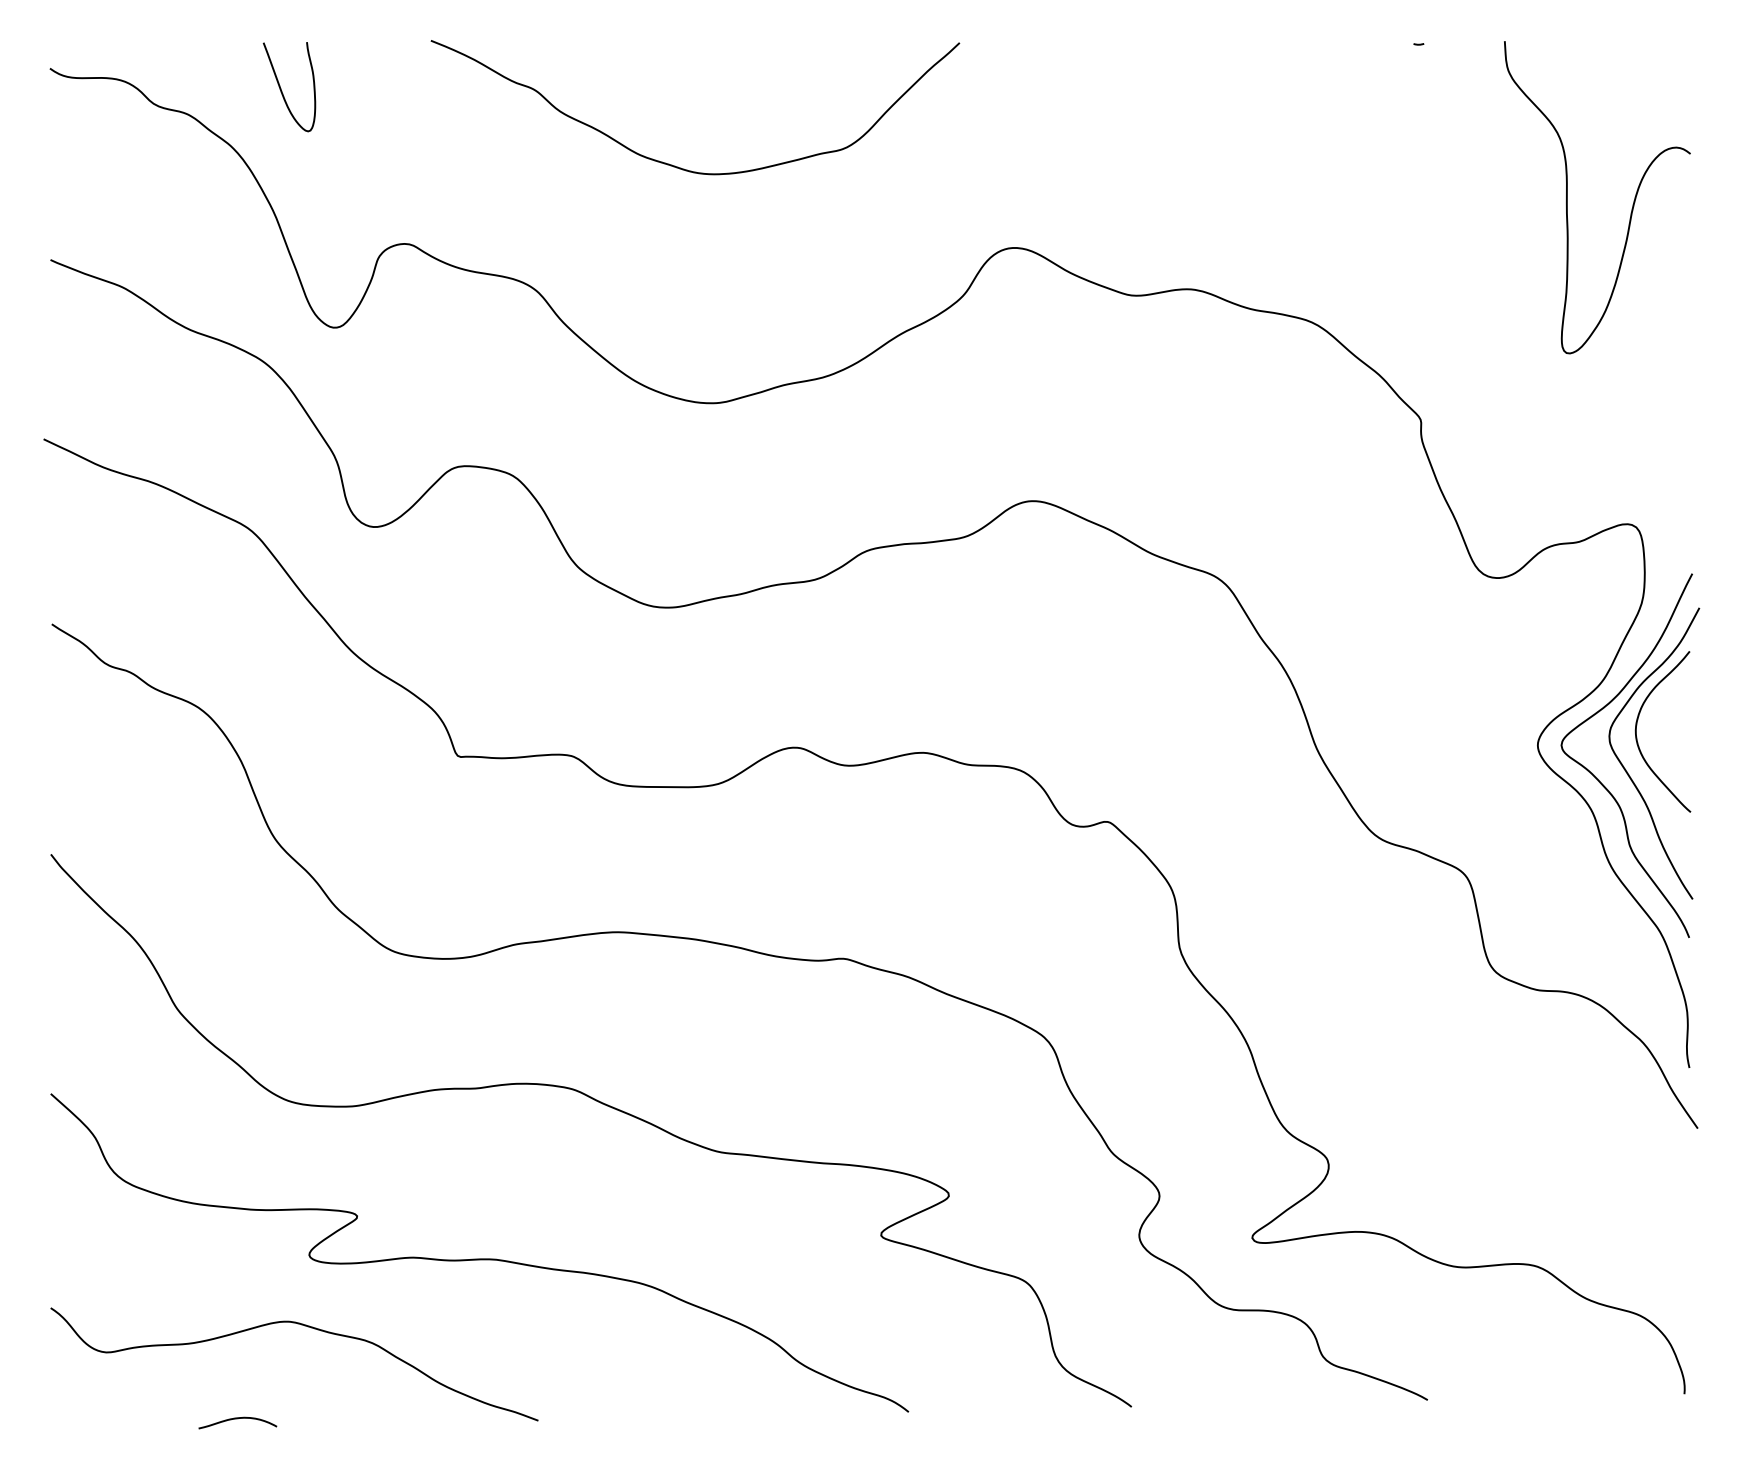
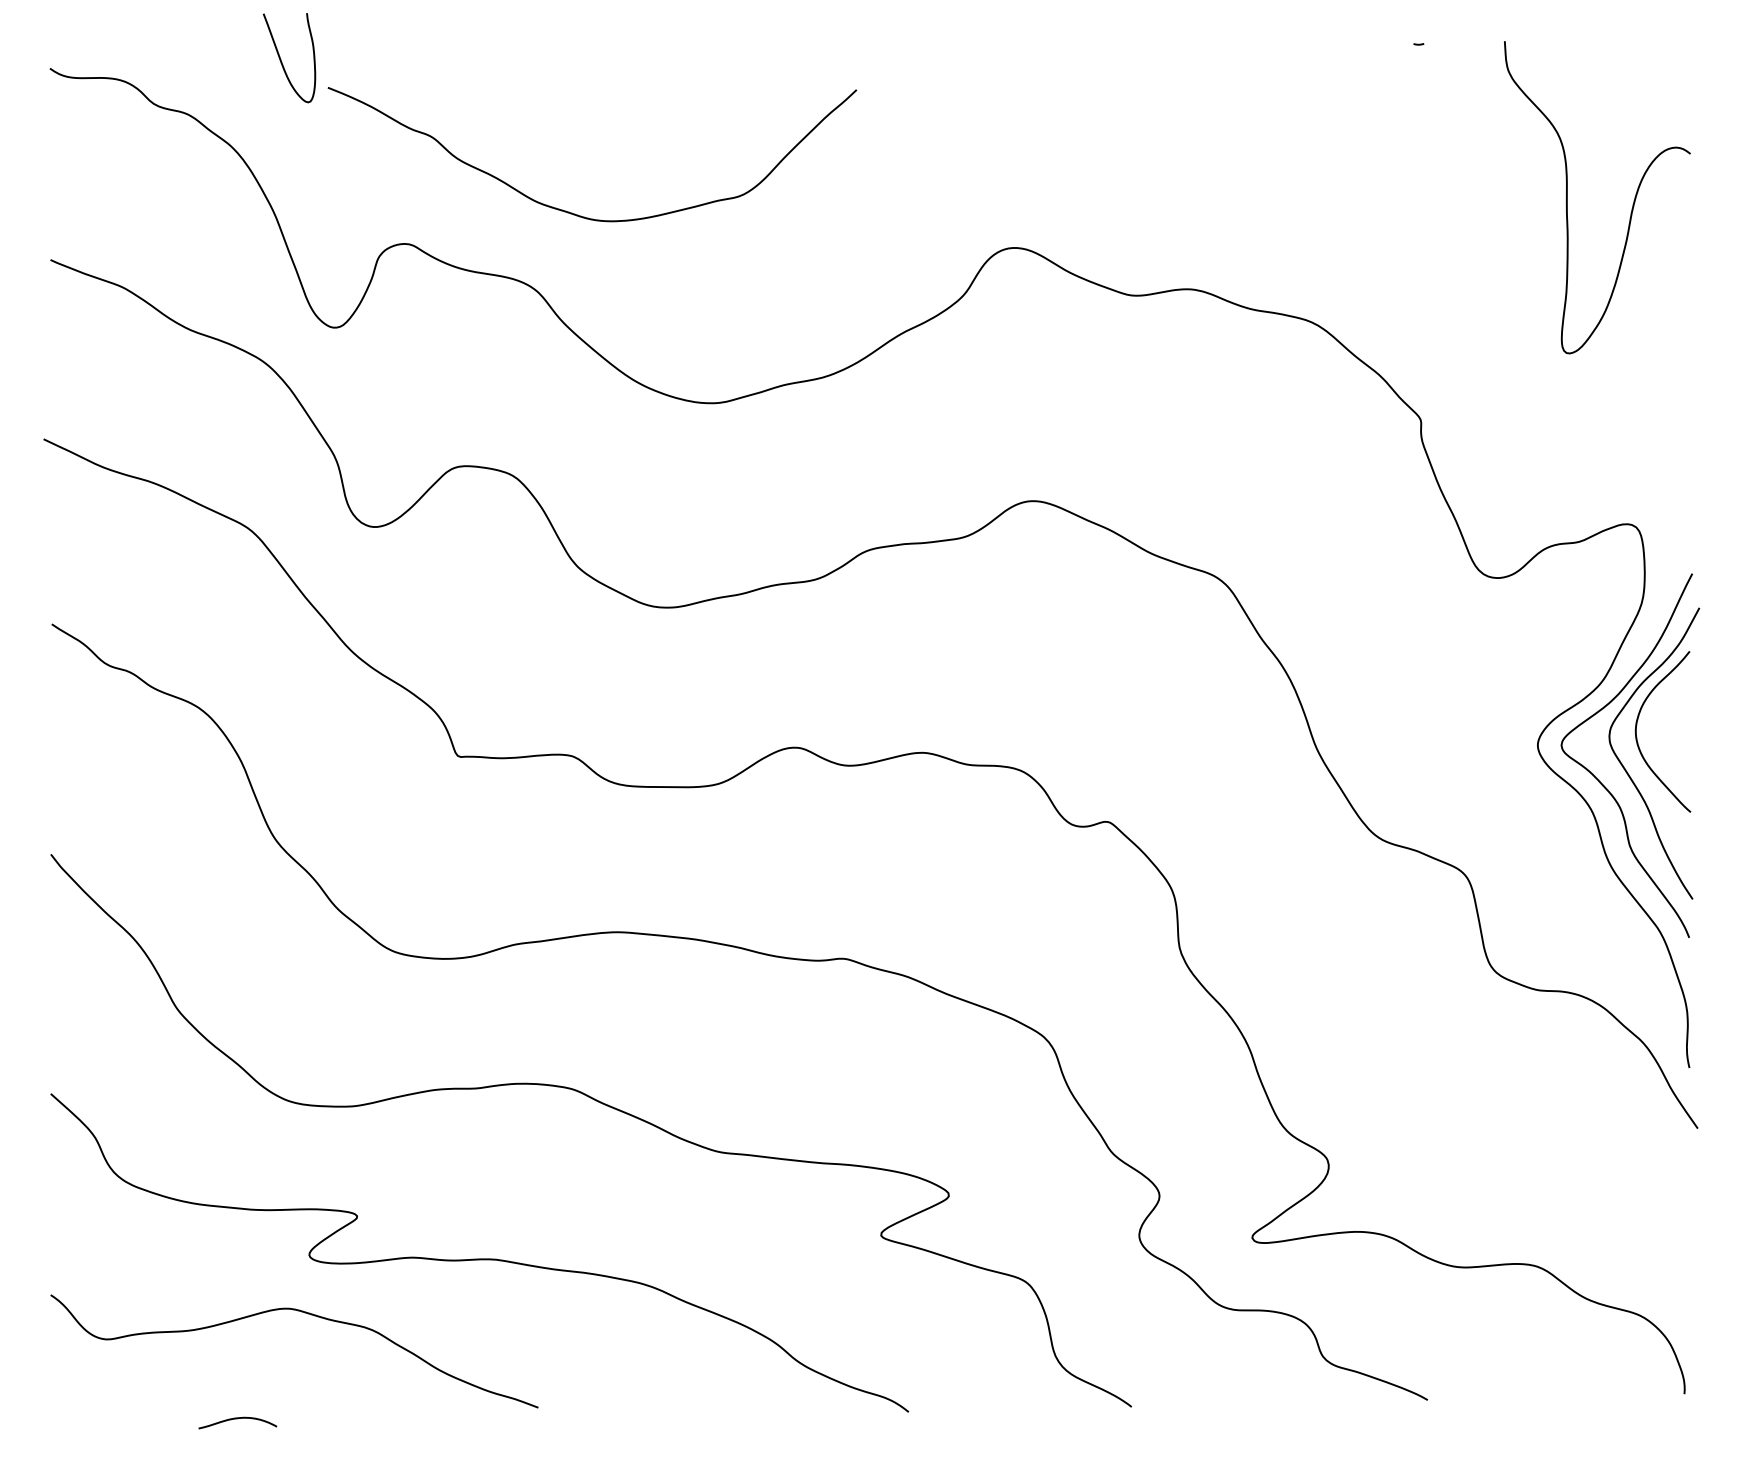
curve at (281, 88) position: (281, 88) -> (281, 59)
curve at (675, 165) position: (675, 165) -> (572, 212)
curve at (304, 1326) position: (304, 1326) -> (304, 1313)
